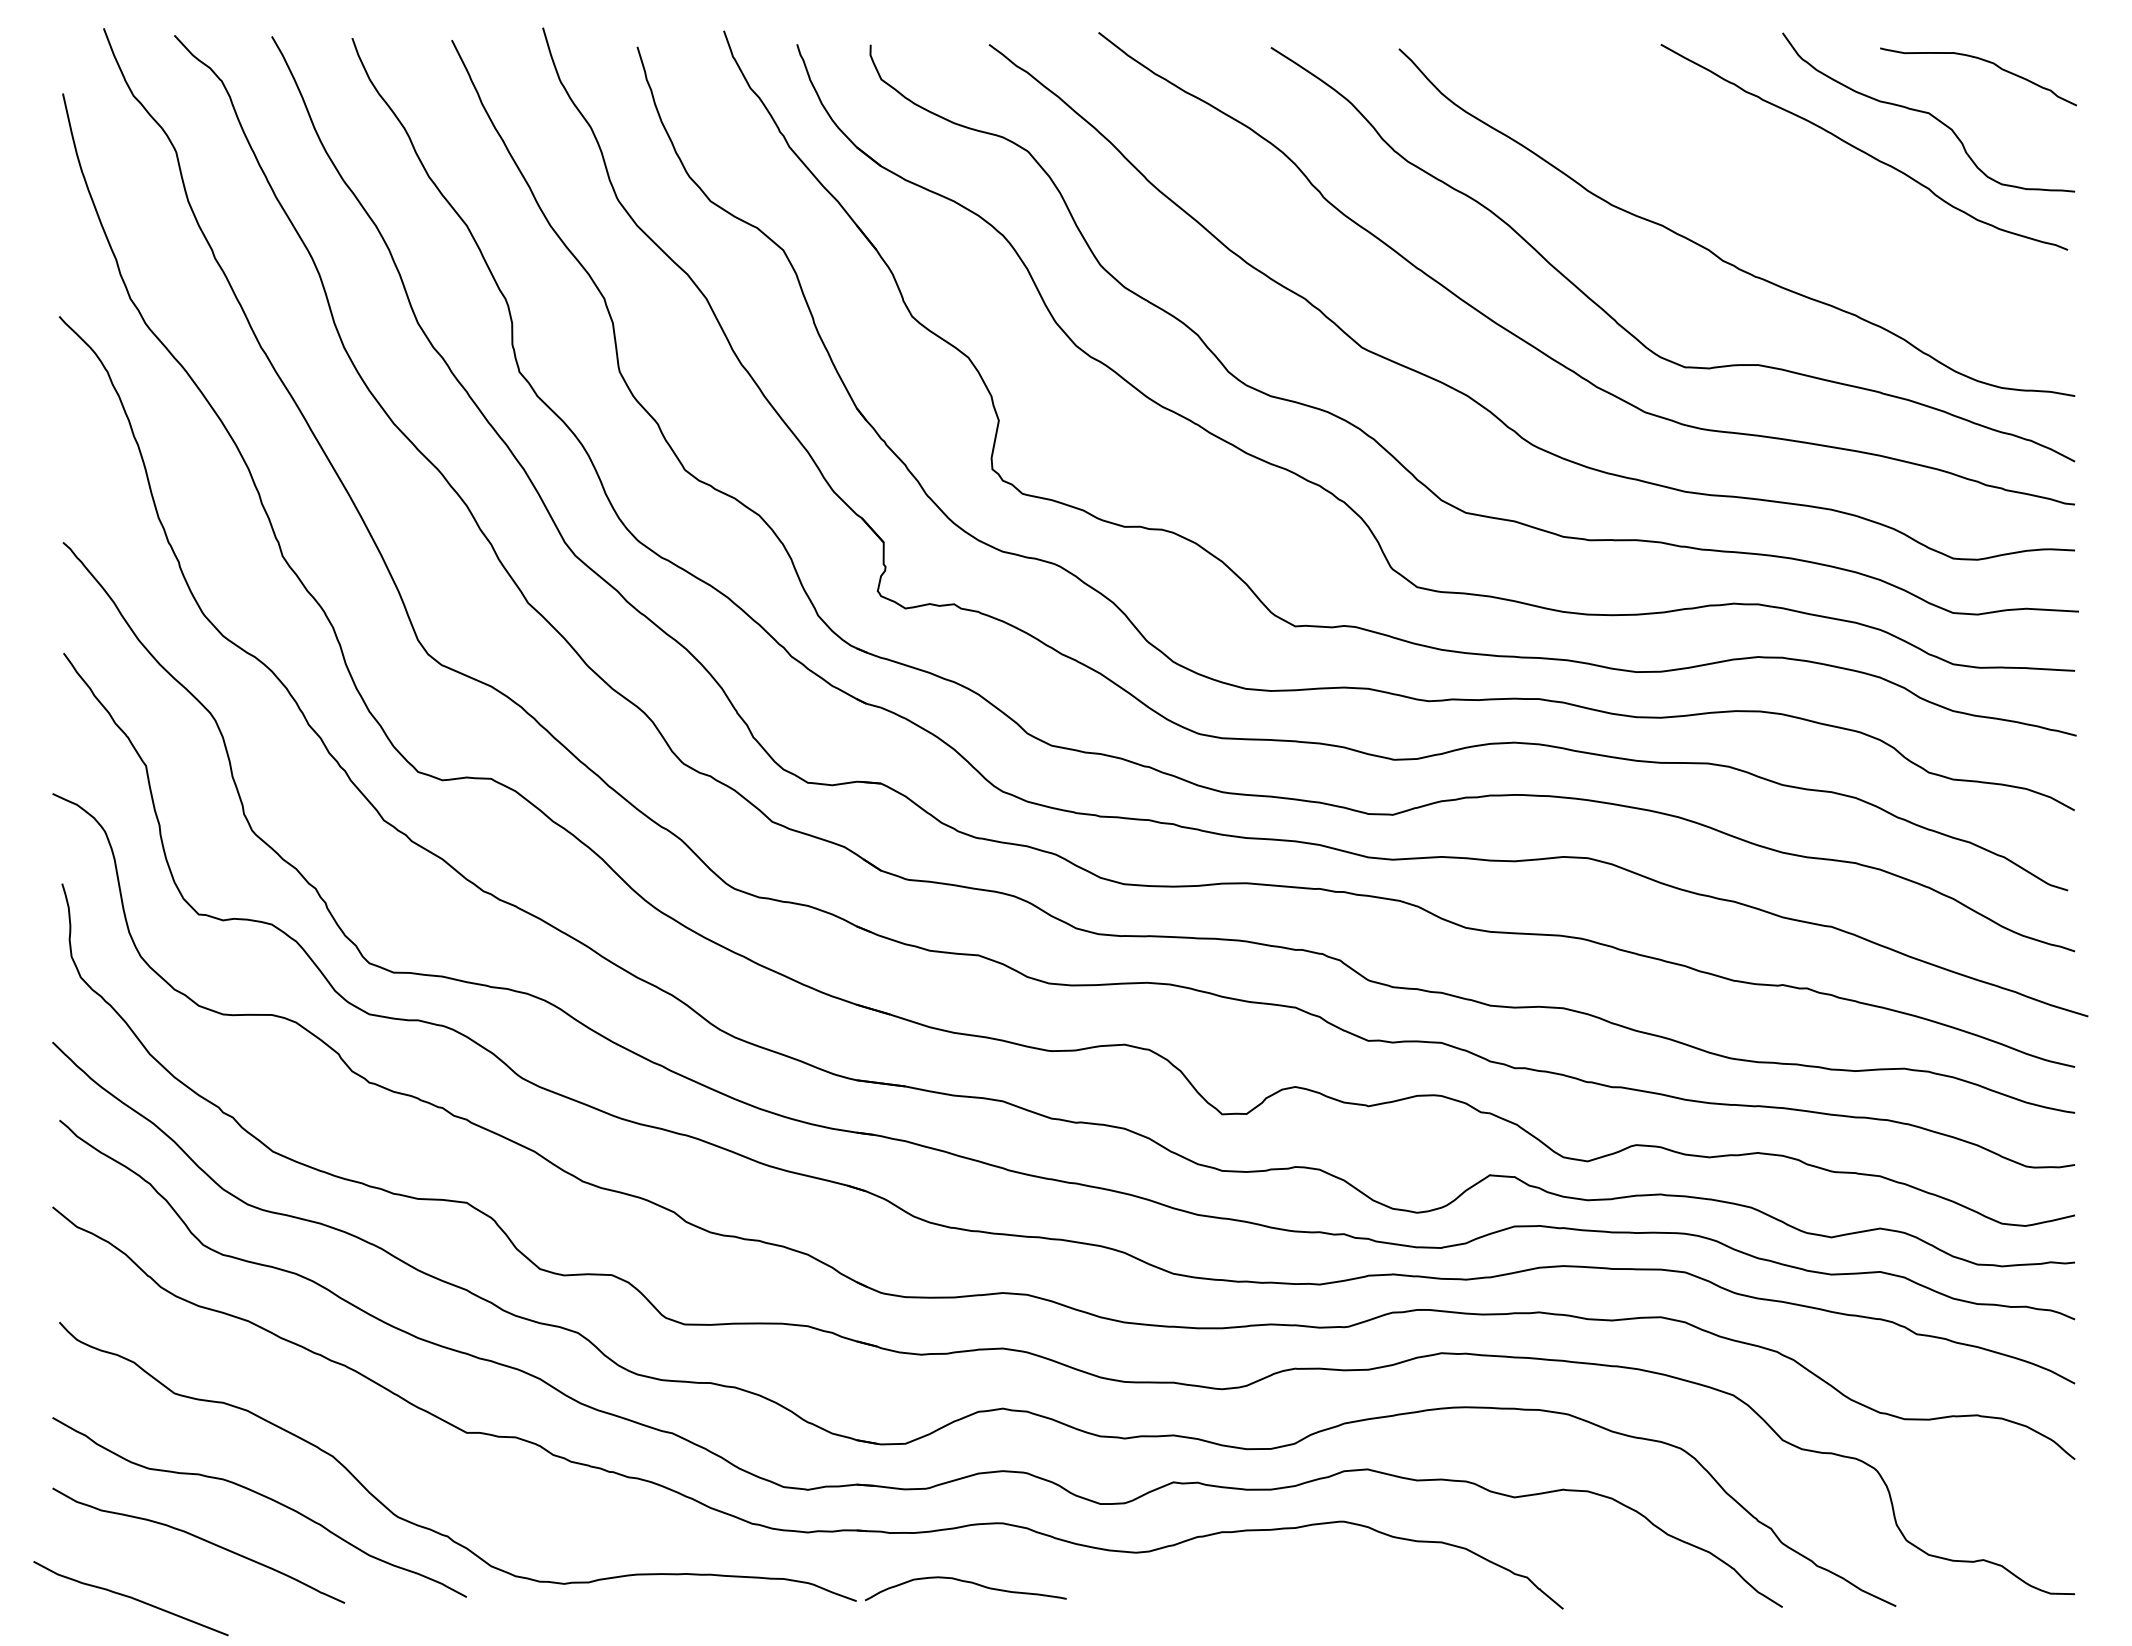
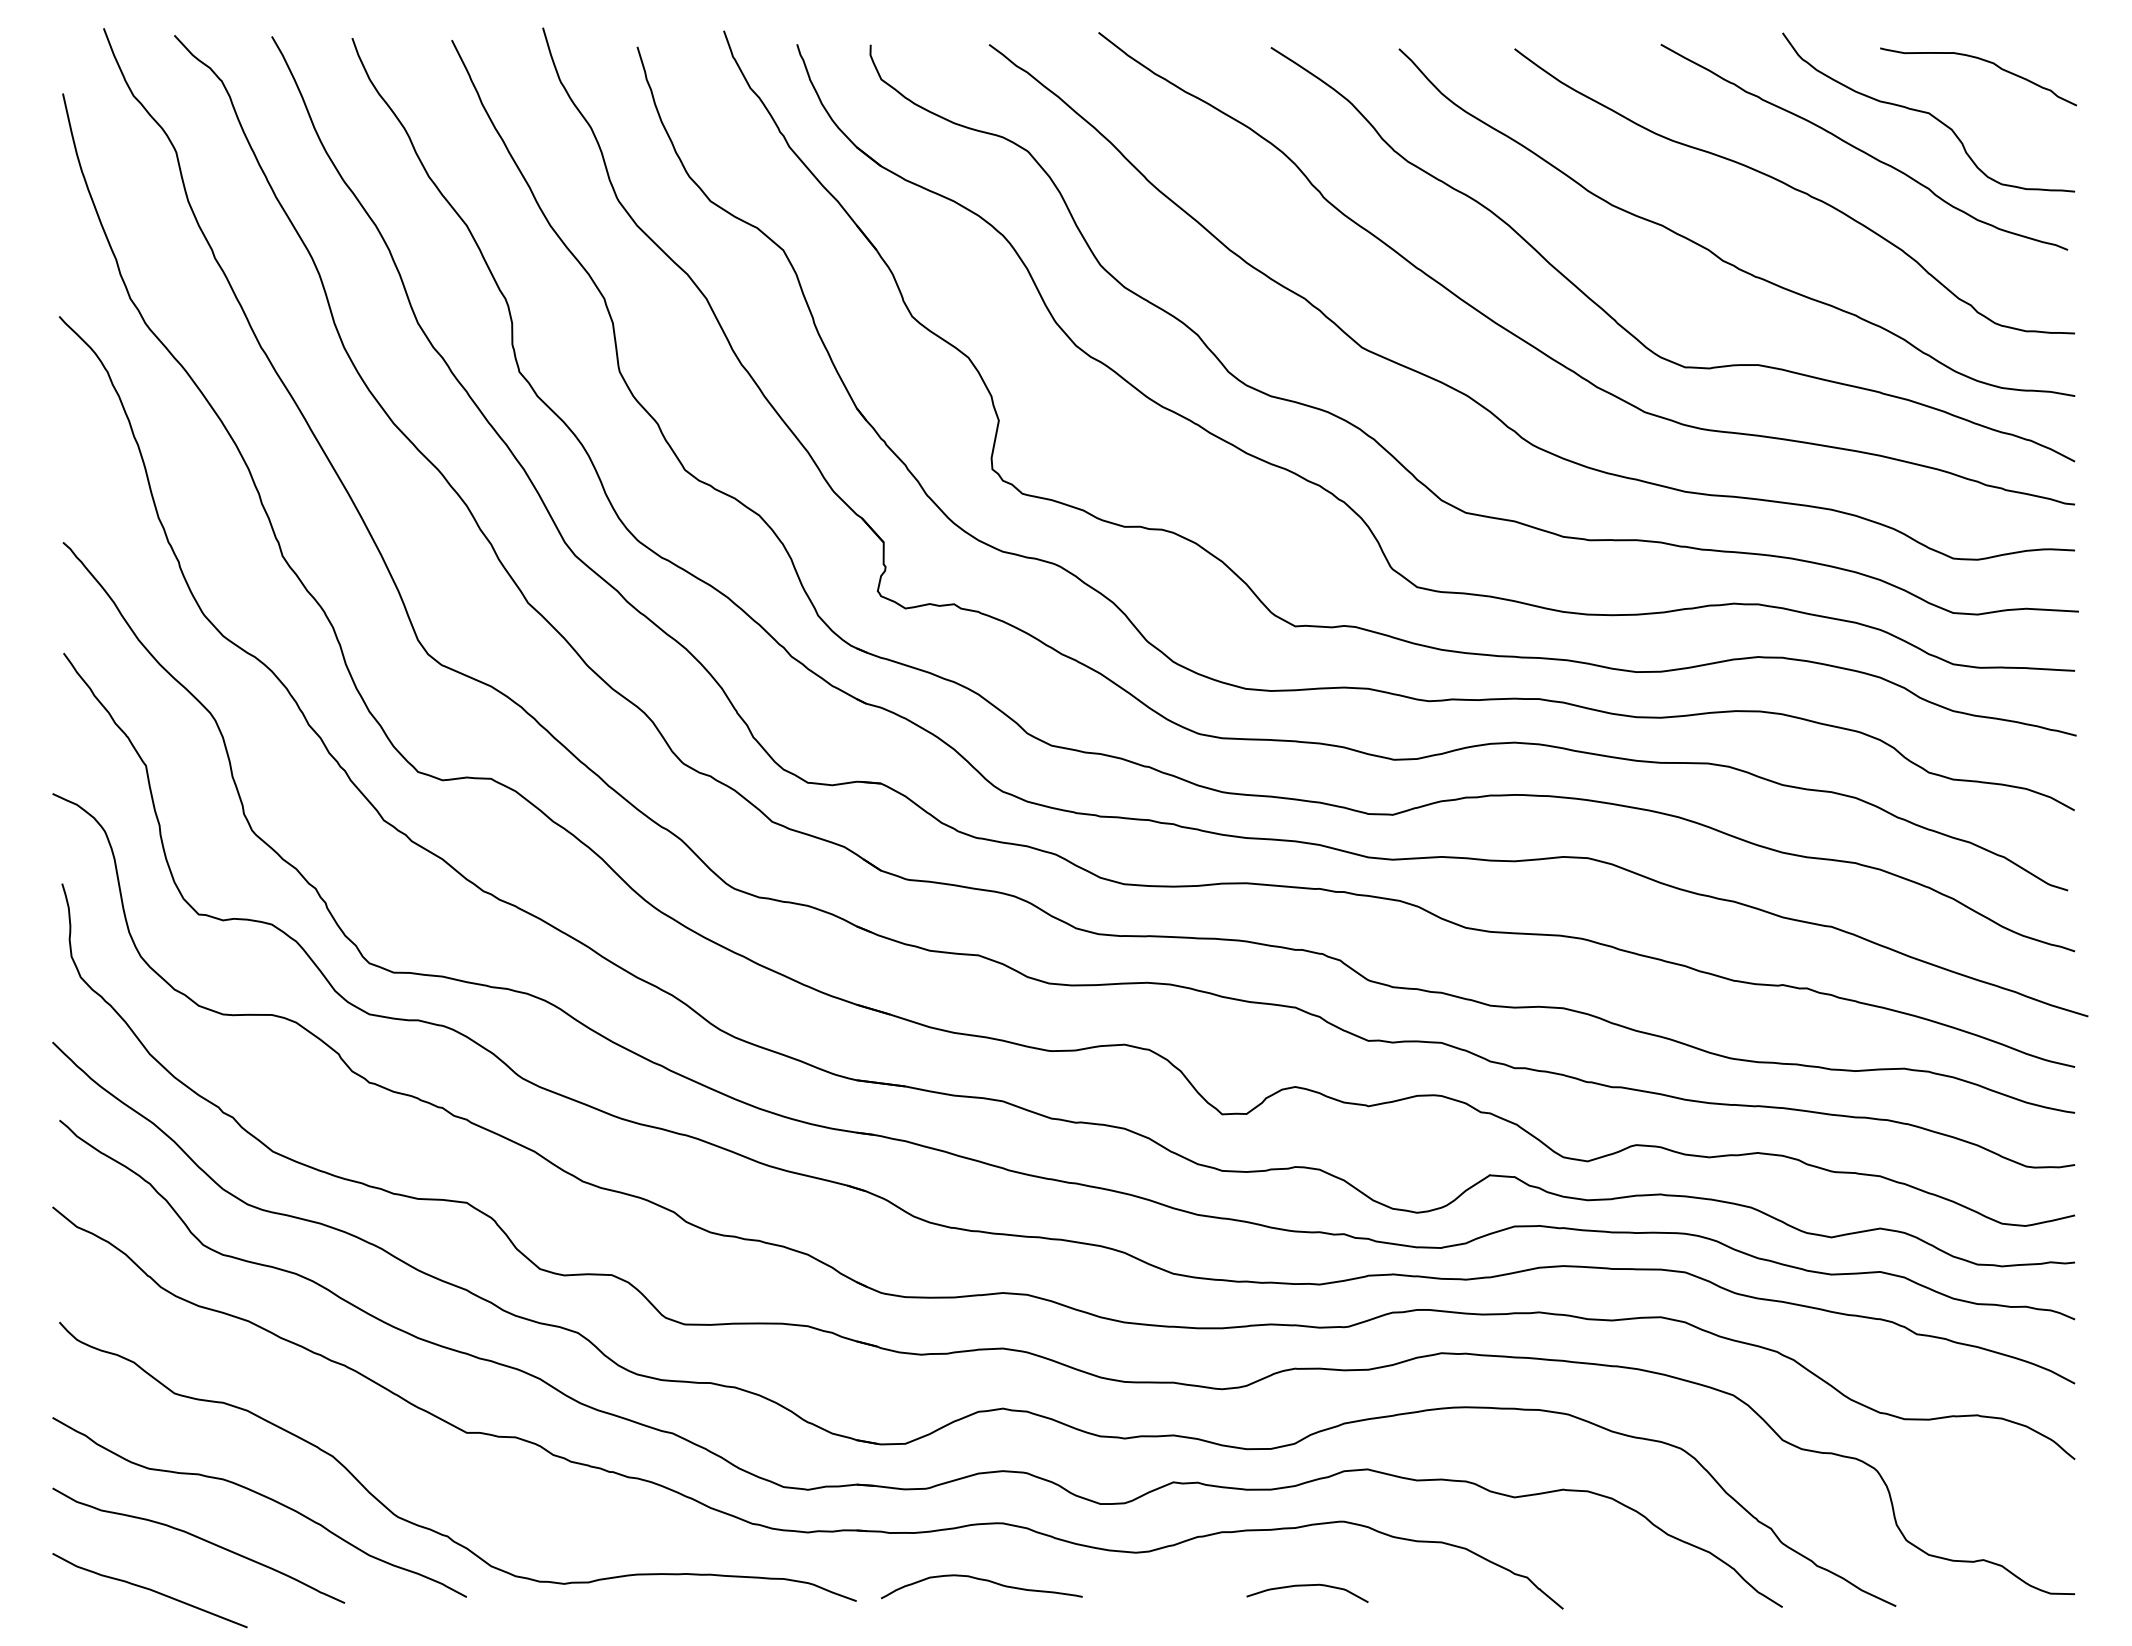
curve at (1795, 190): none -> present
curve at (965, 1582) position: (965, 1582) -> (981, 1580)
curve at (1307, 1586): none -> present
curve at (130, 1598) position: (130, 1598) -> (149, 1590)
